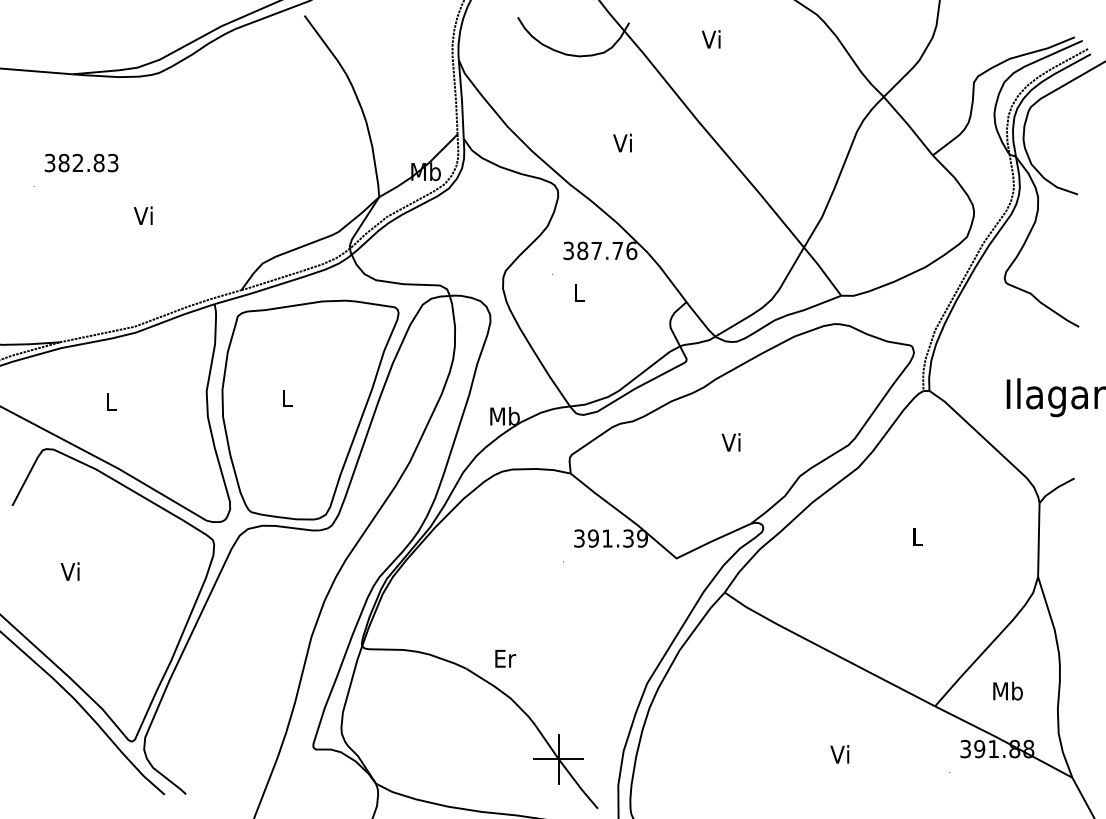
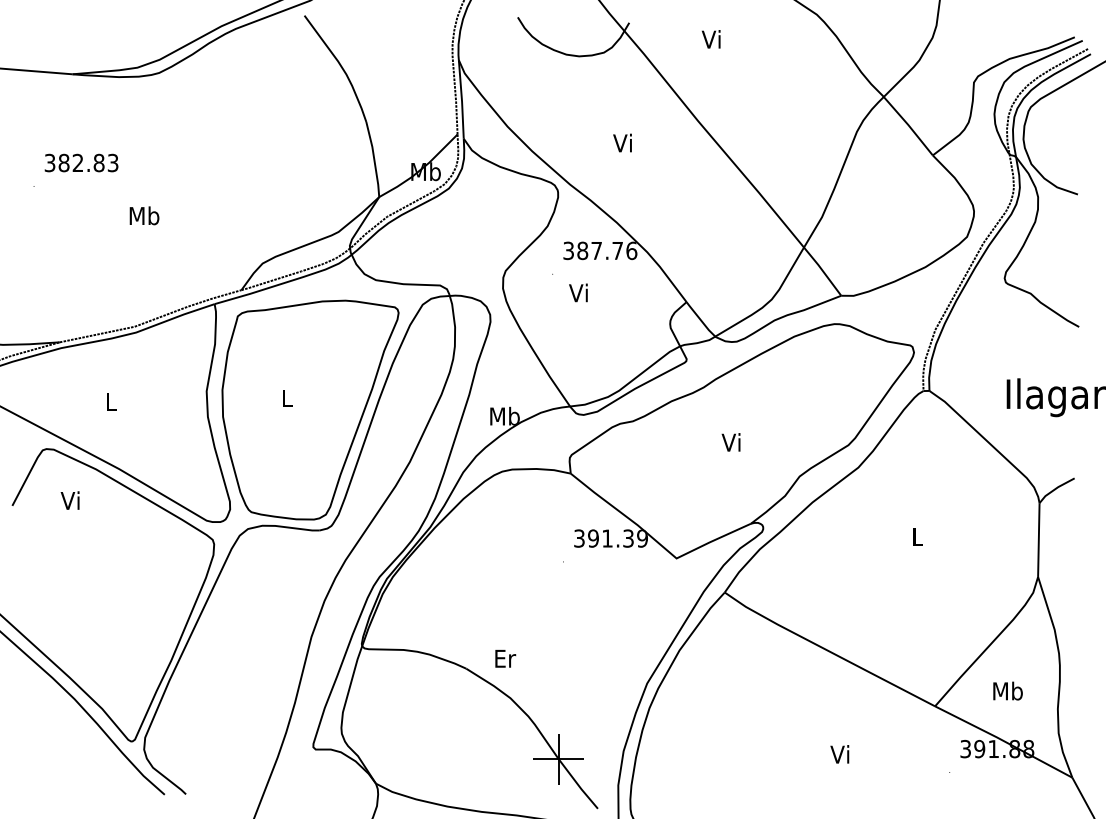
text at (144, 215): Vi -> Mb
text at (578, 292): L -> Vi
text at (69, 571) position: (69, 571) -> (69, 500)
